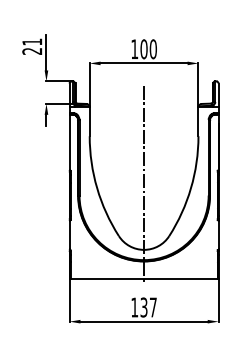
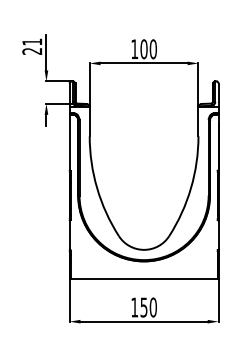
line at (144, 184): present -> none
text at (148, 307): 137 -> 150
